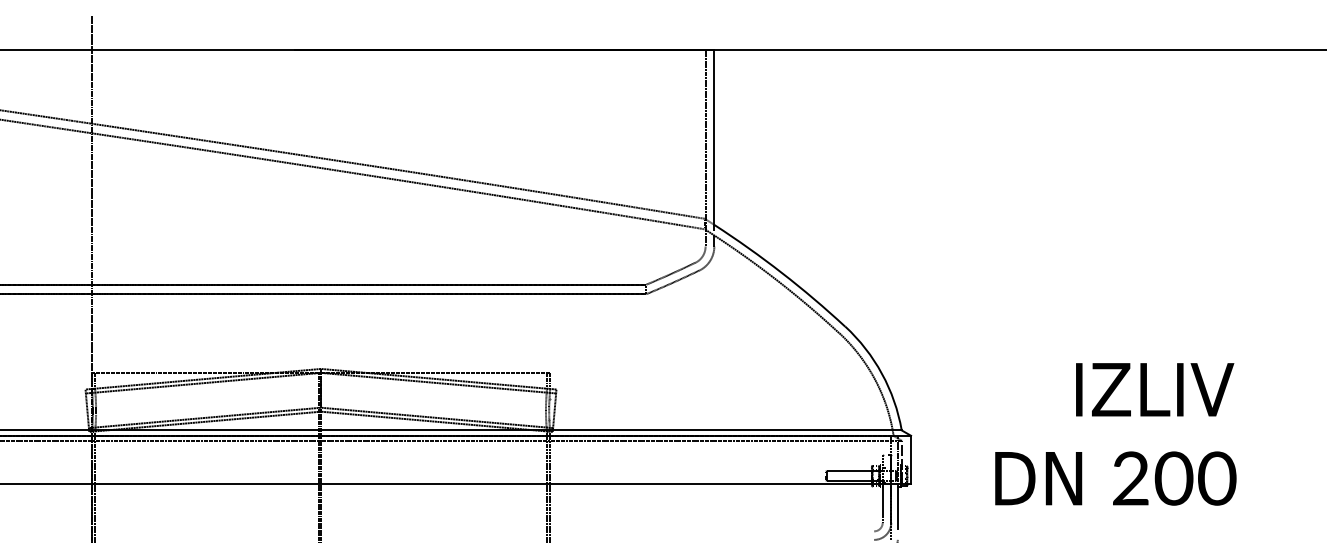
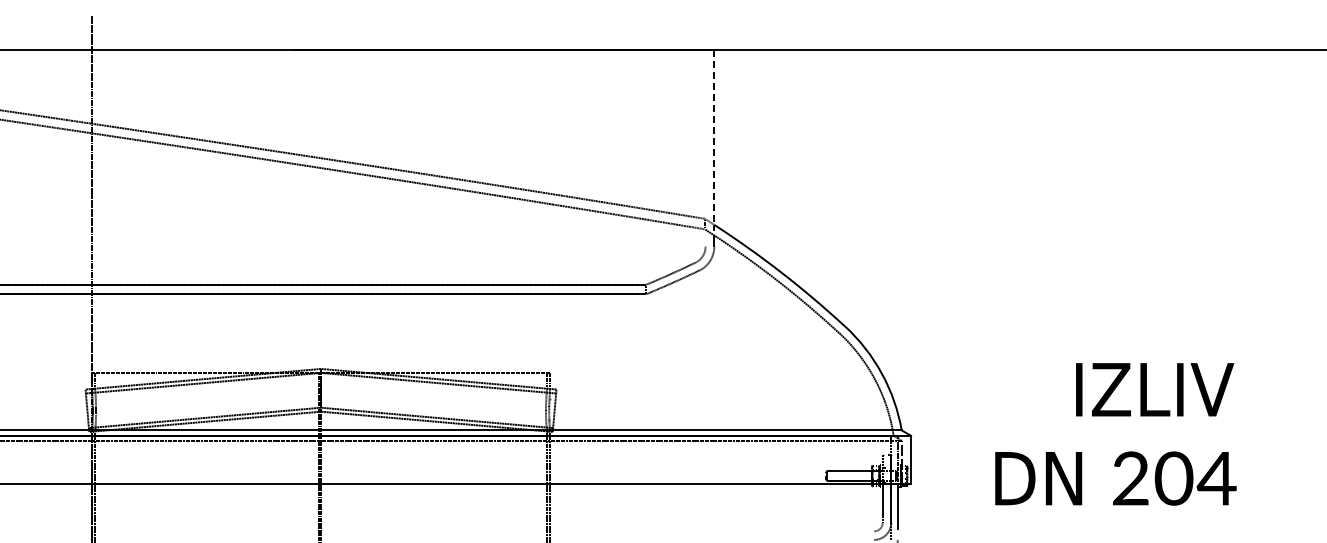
line at (714, 137): solid -> dashed
line at (705, 147): present -> none
text at (1216, 478): 200 -> 204
